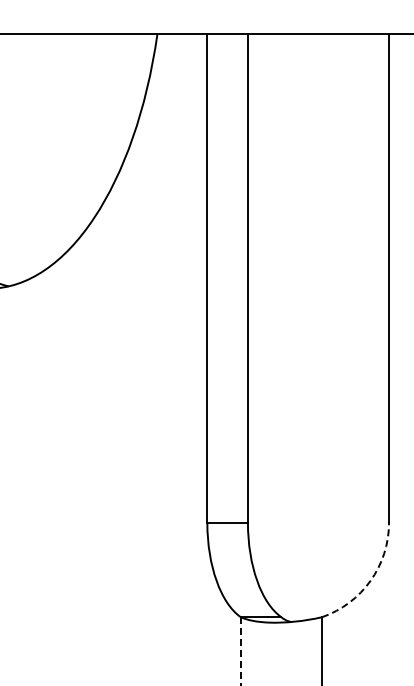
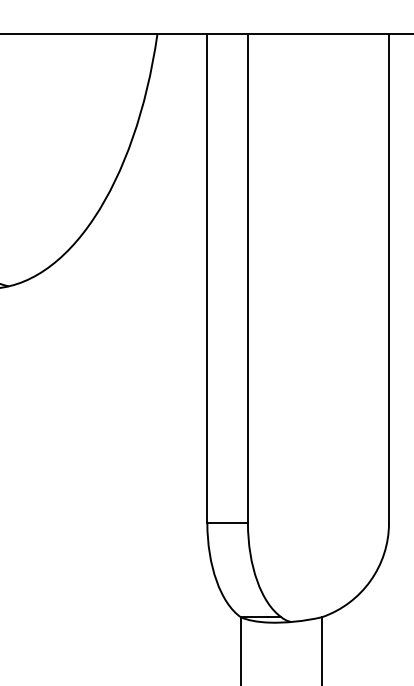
arc at (370, 580): dashed -> solid
line at (240, 651): dashed -> solid
